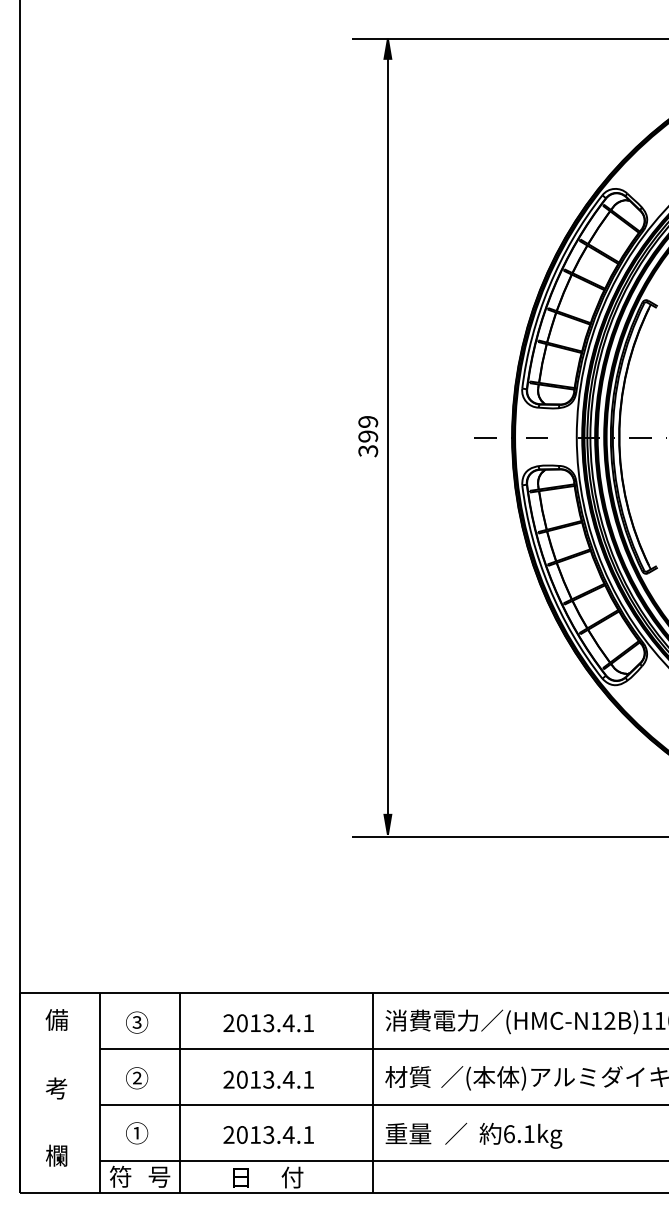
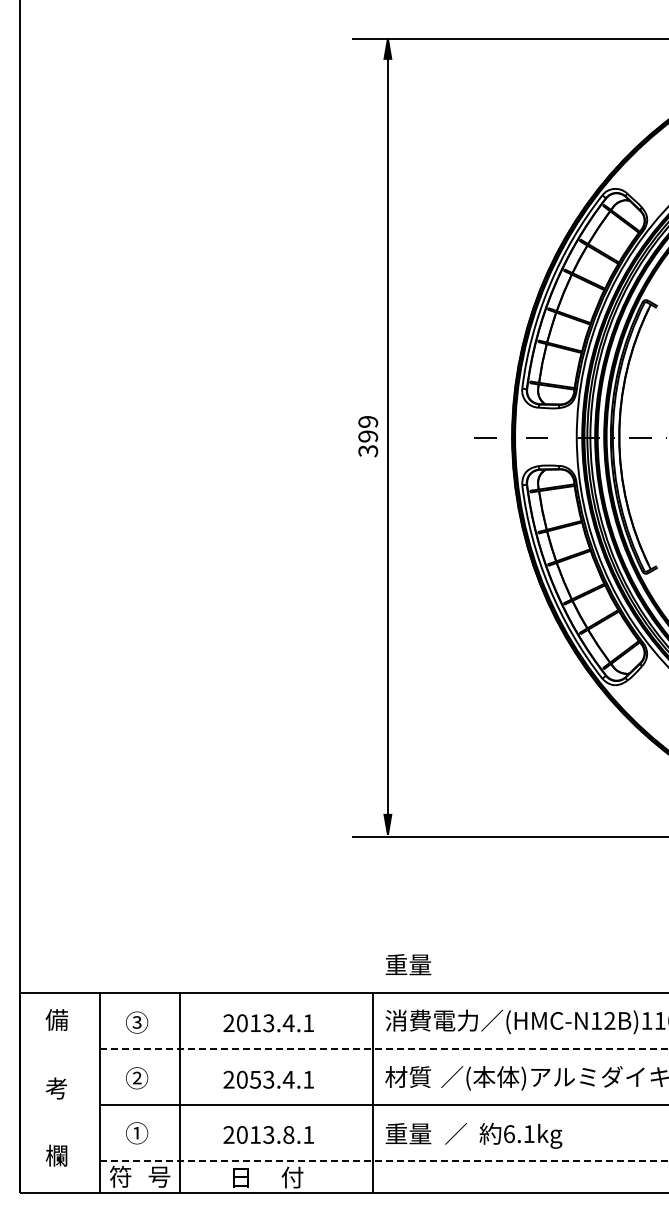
part at (408, 964): none -> present
line at (385, 1049): solid -> dashed
text at (254, 1079): 2013.4.1 -> 2053.4.1
text at (288, 1134): 2013.4.1 -> 2013.8.1
line at (385, 1161): solid -> dashed
